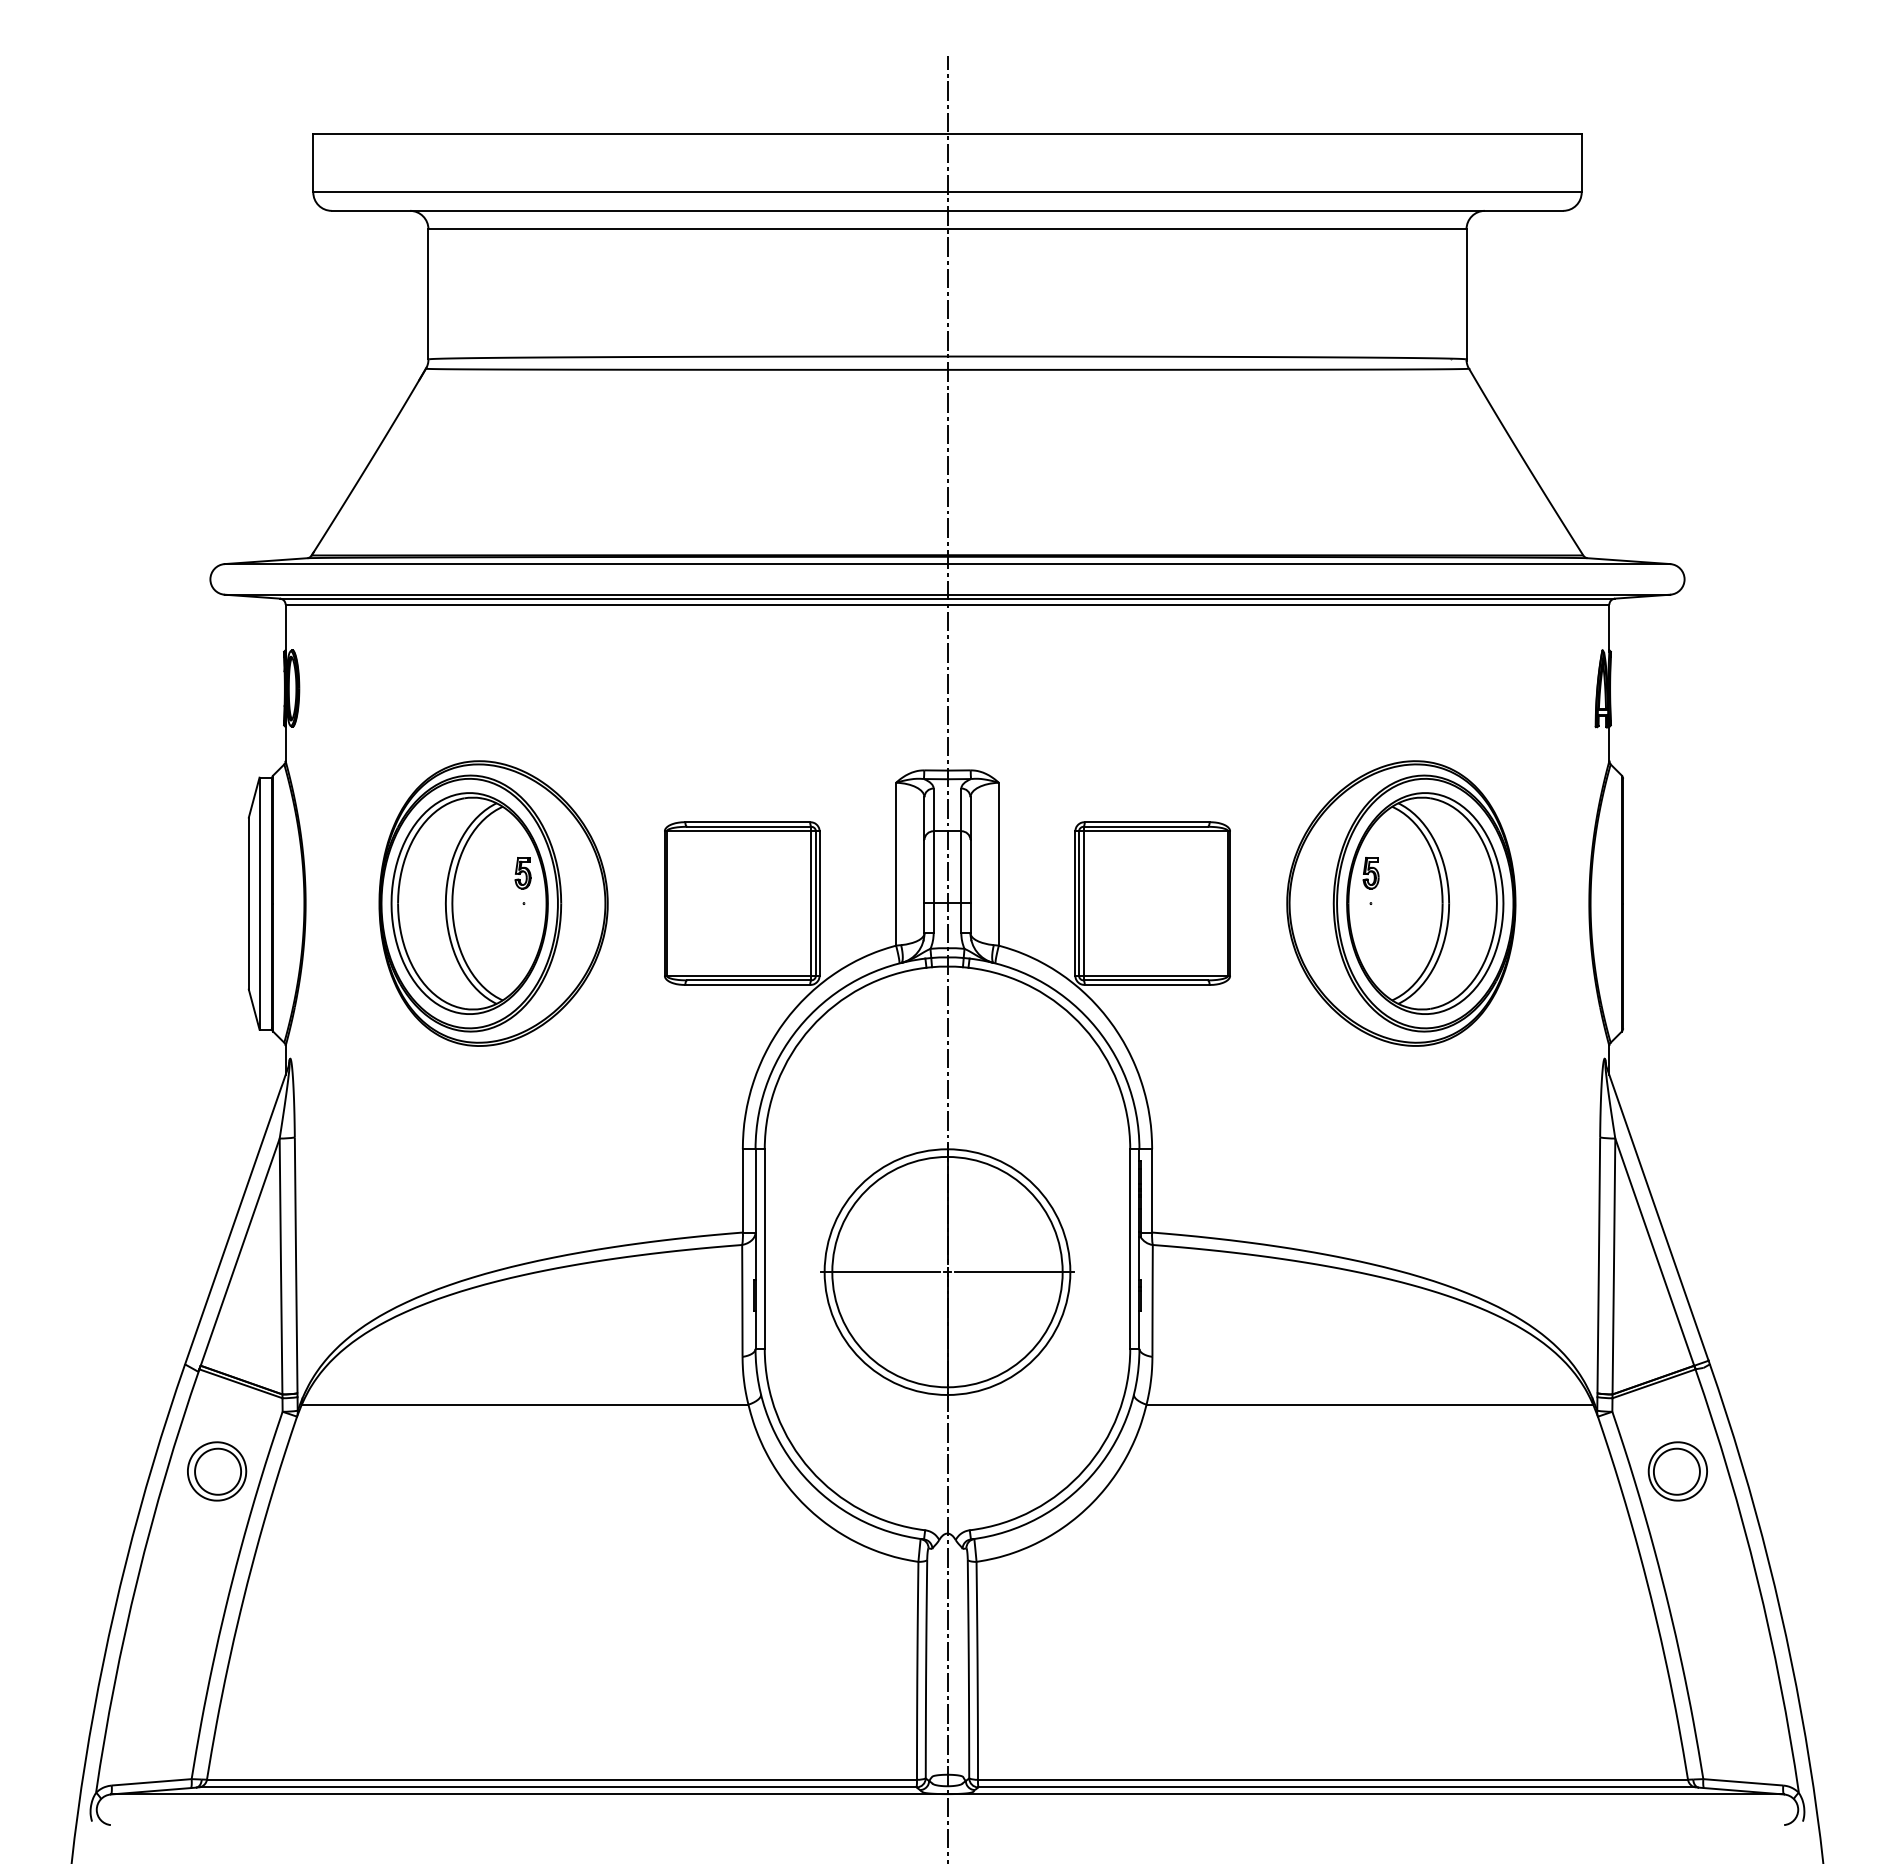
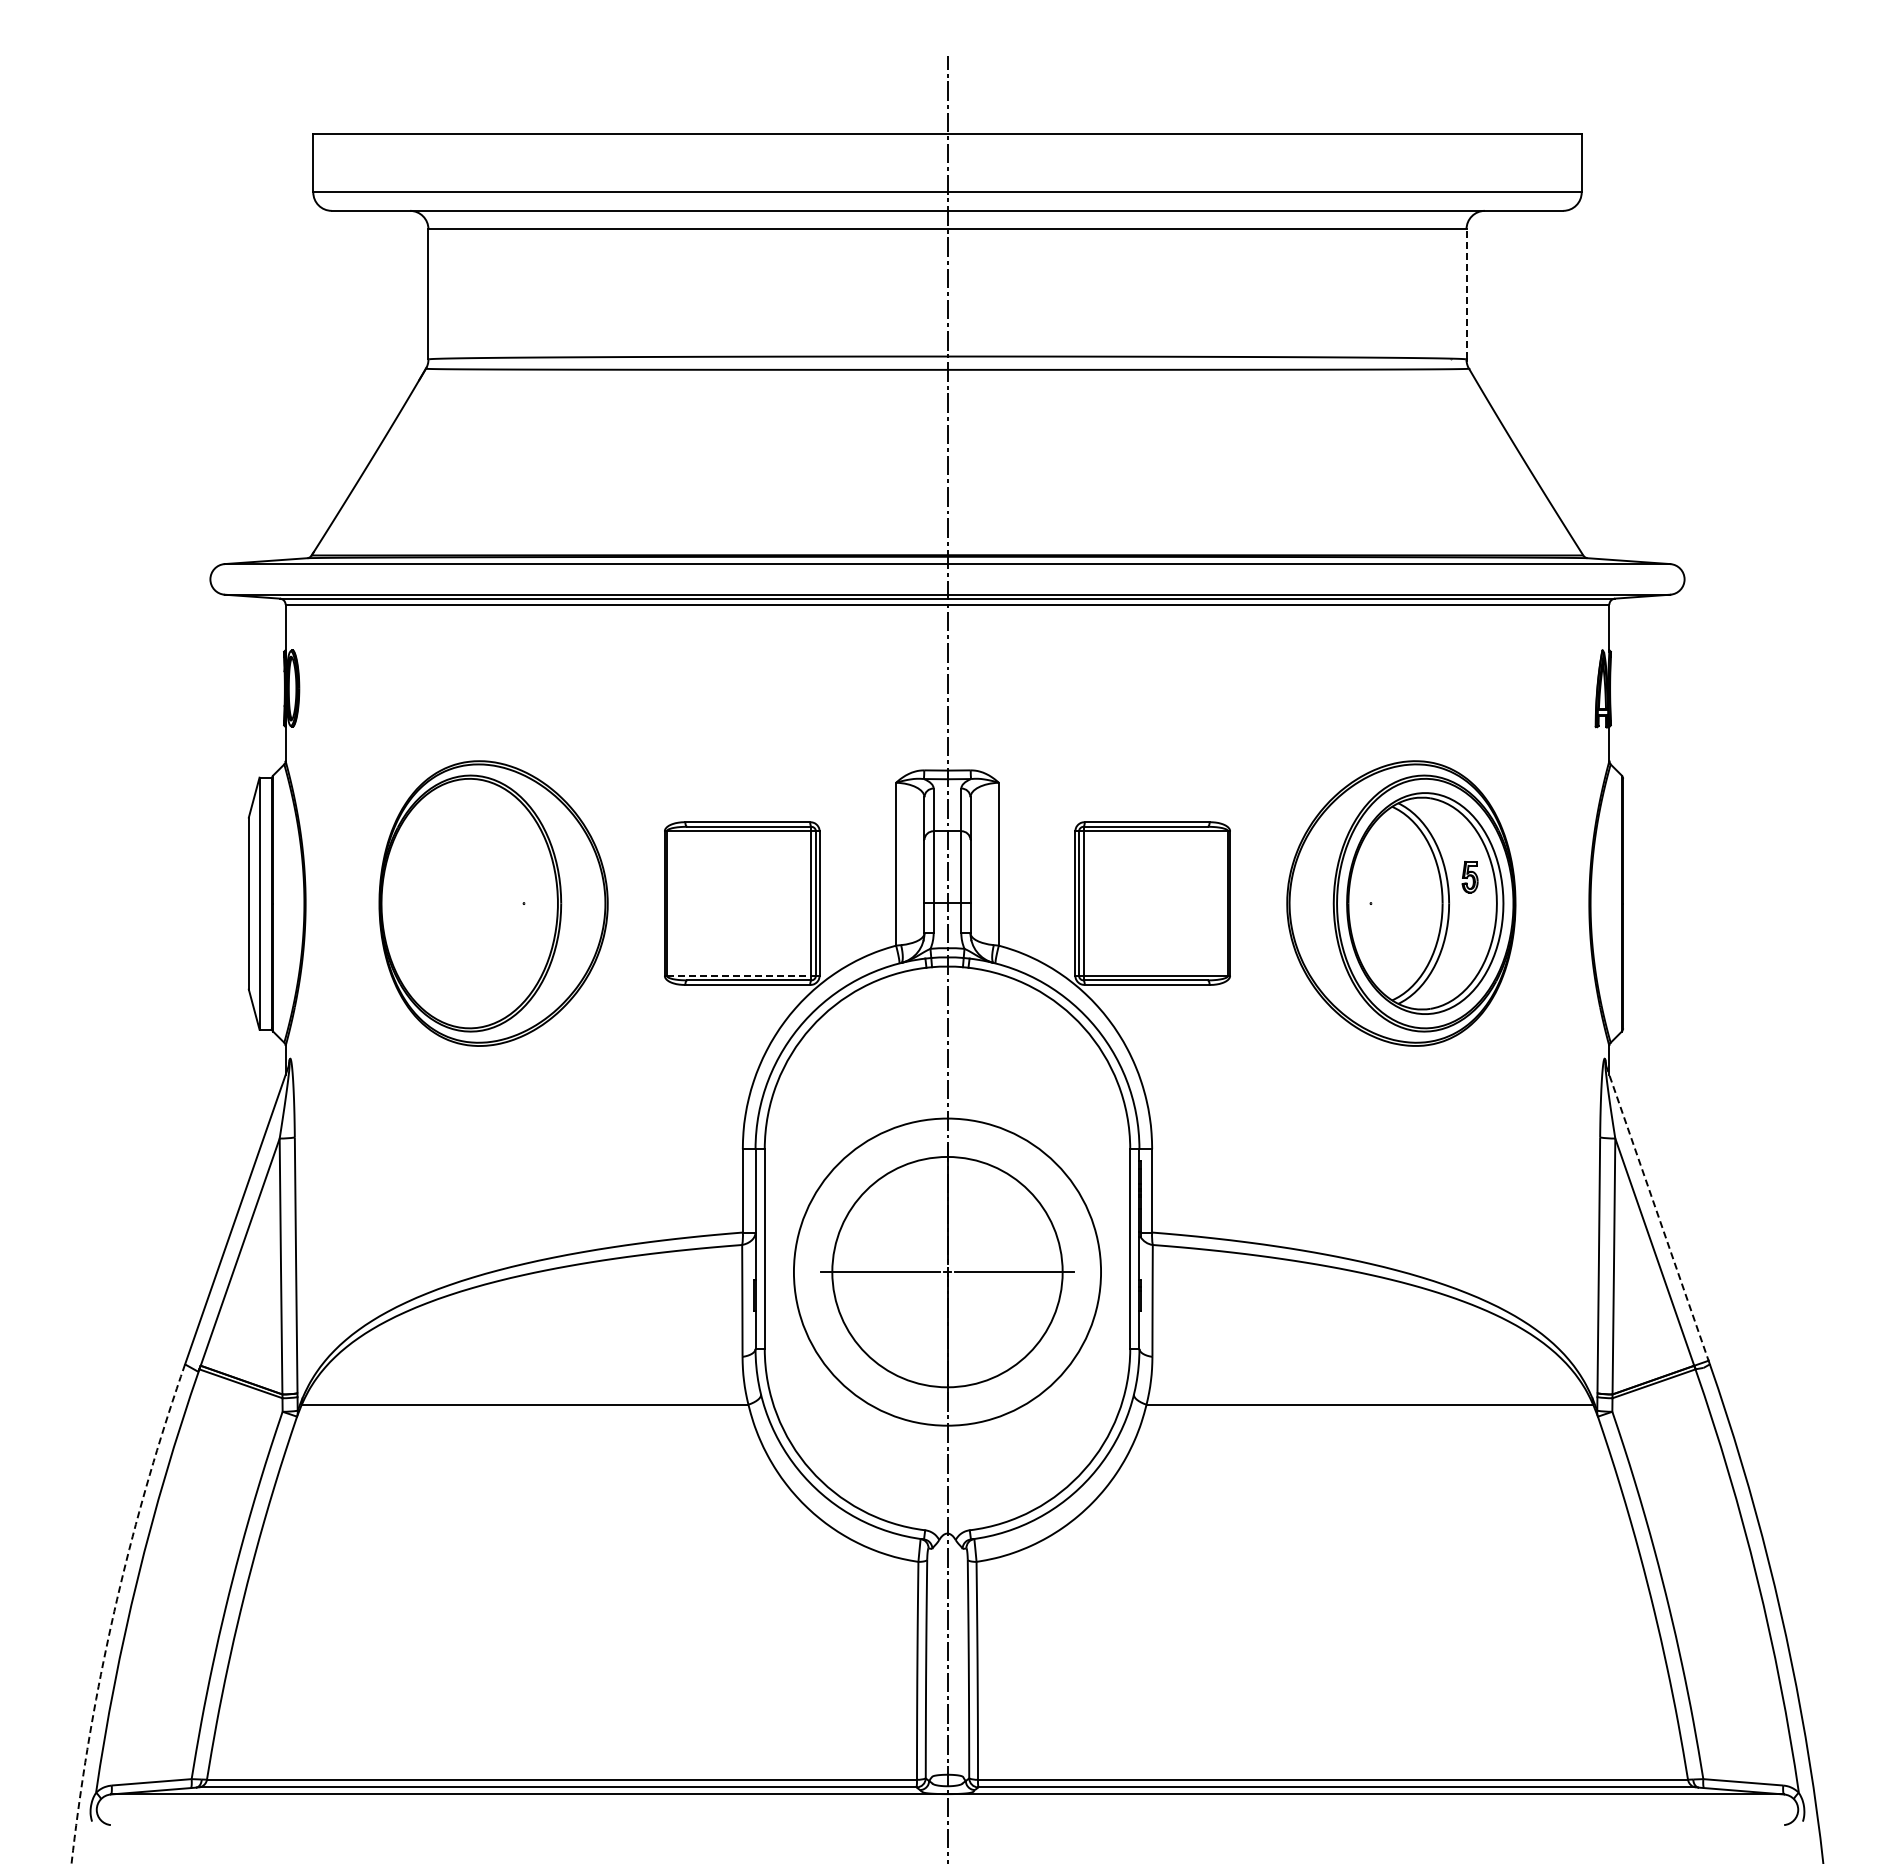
line at (1466, 293): solid -> dashed
part at (1370, 873) position: (1370, 873) -> (1469, 877)
part at (469, 903): present -> none
line at (739, 975): solid -> dashed
line at (1657, 1213): solid -> dashed
circle at (947, 1271) diameter: 246 px -> 307 px
part at (217, 1471): present -> none
part at (1677, 1471): present -> none
arc at (114, 1611): solid -> dashed
